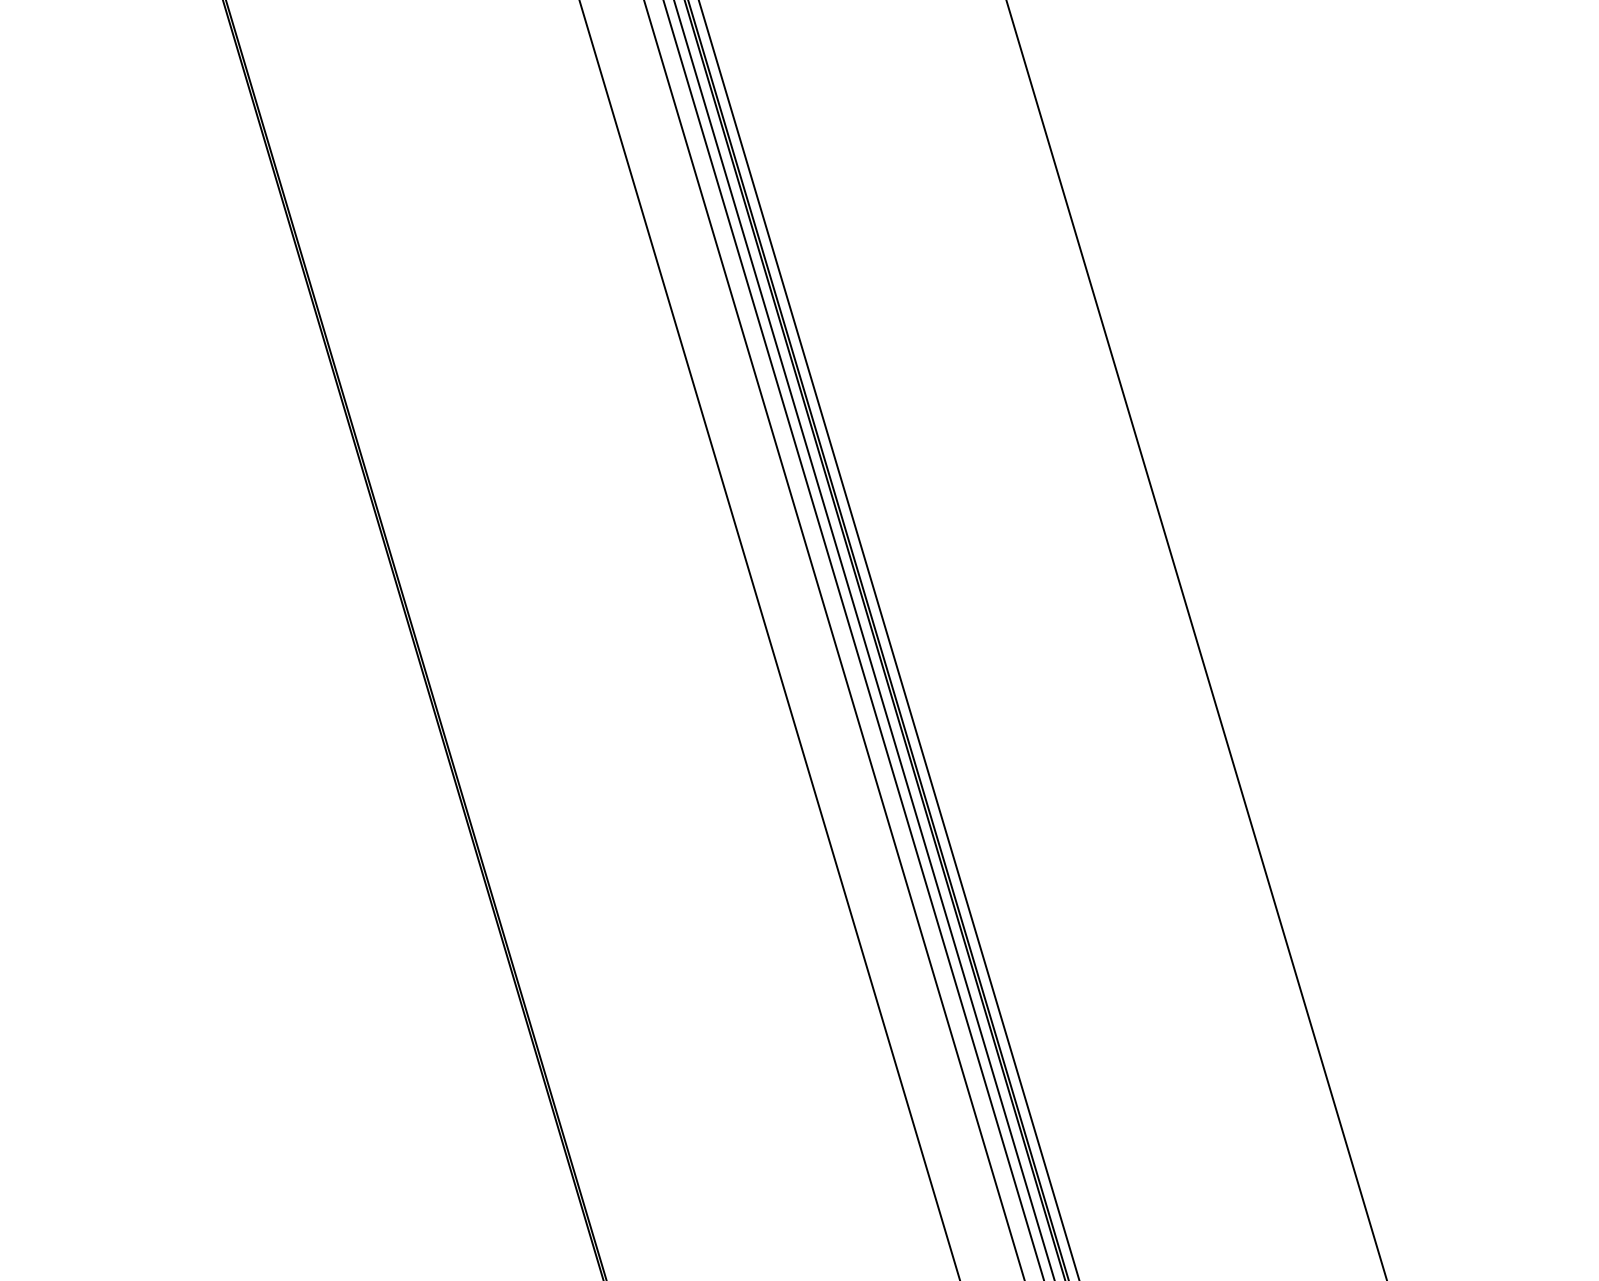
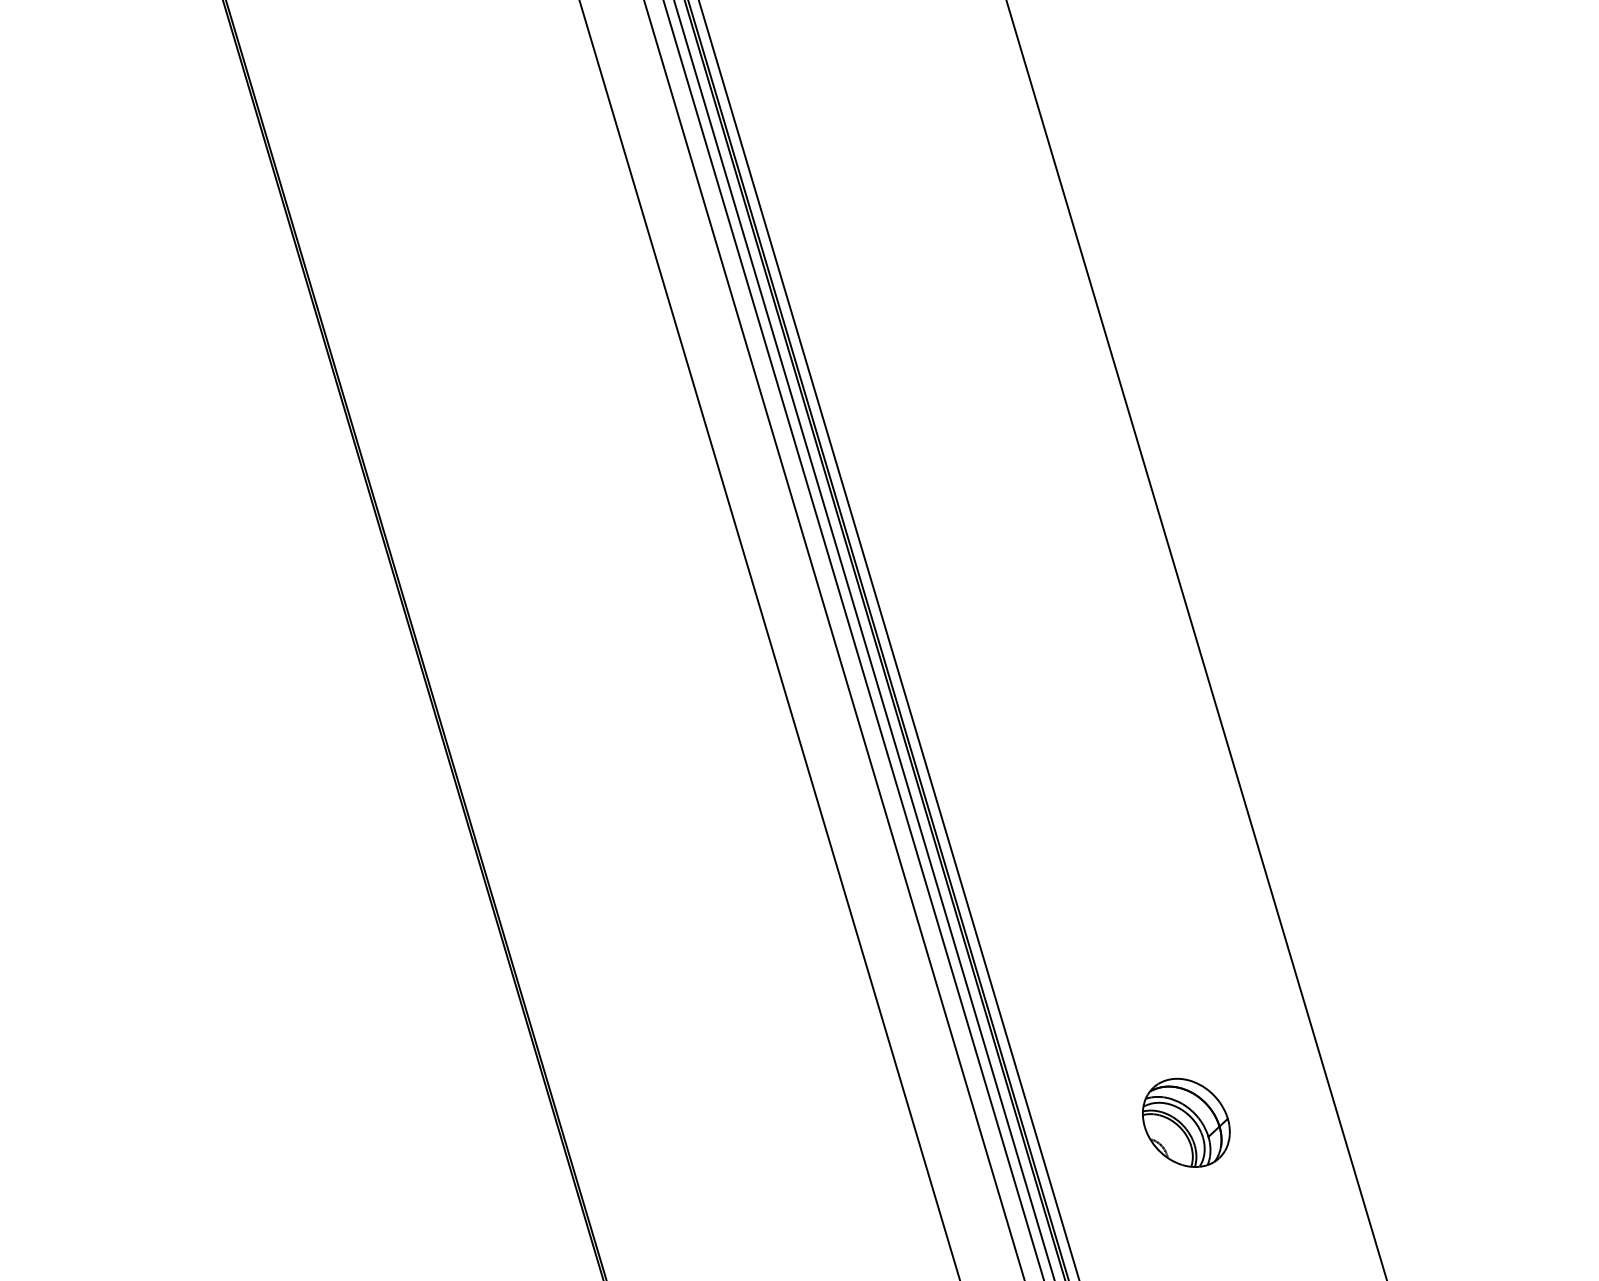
part at (1186, 1122): none -> present
